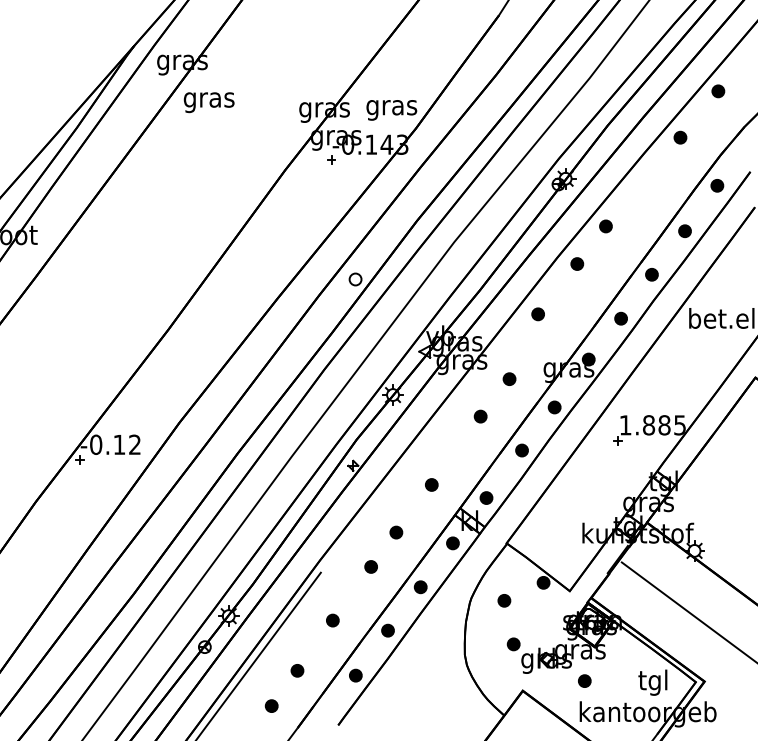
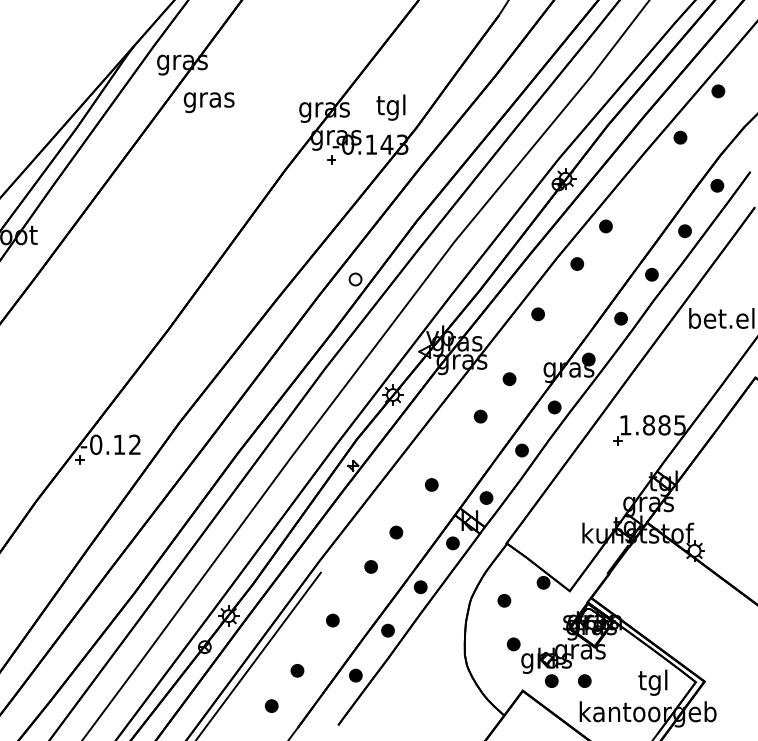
text at (391, 107): gras -> tgl
line at (687, 611): present -> none
part at (551, 680): none -> present
